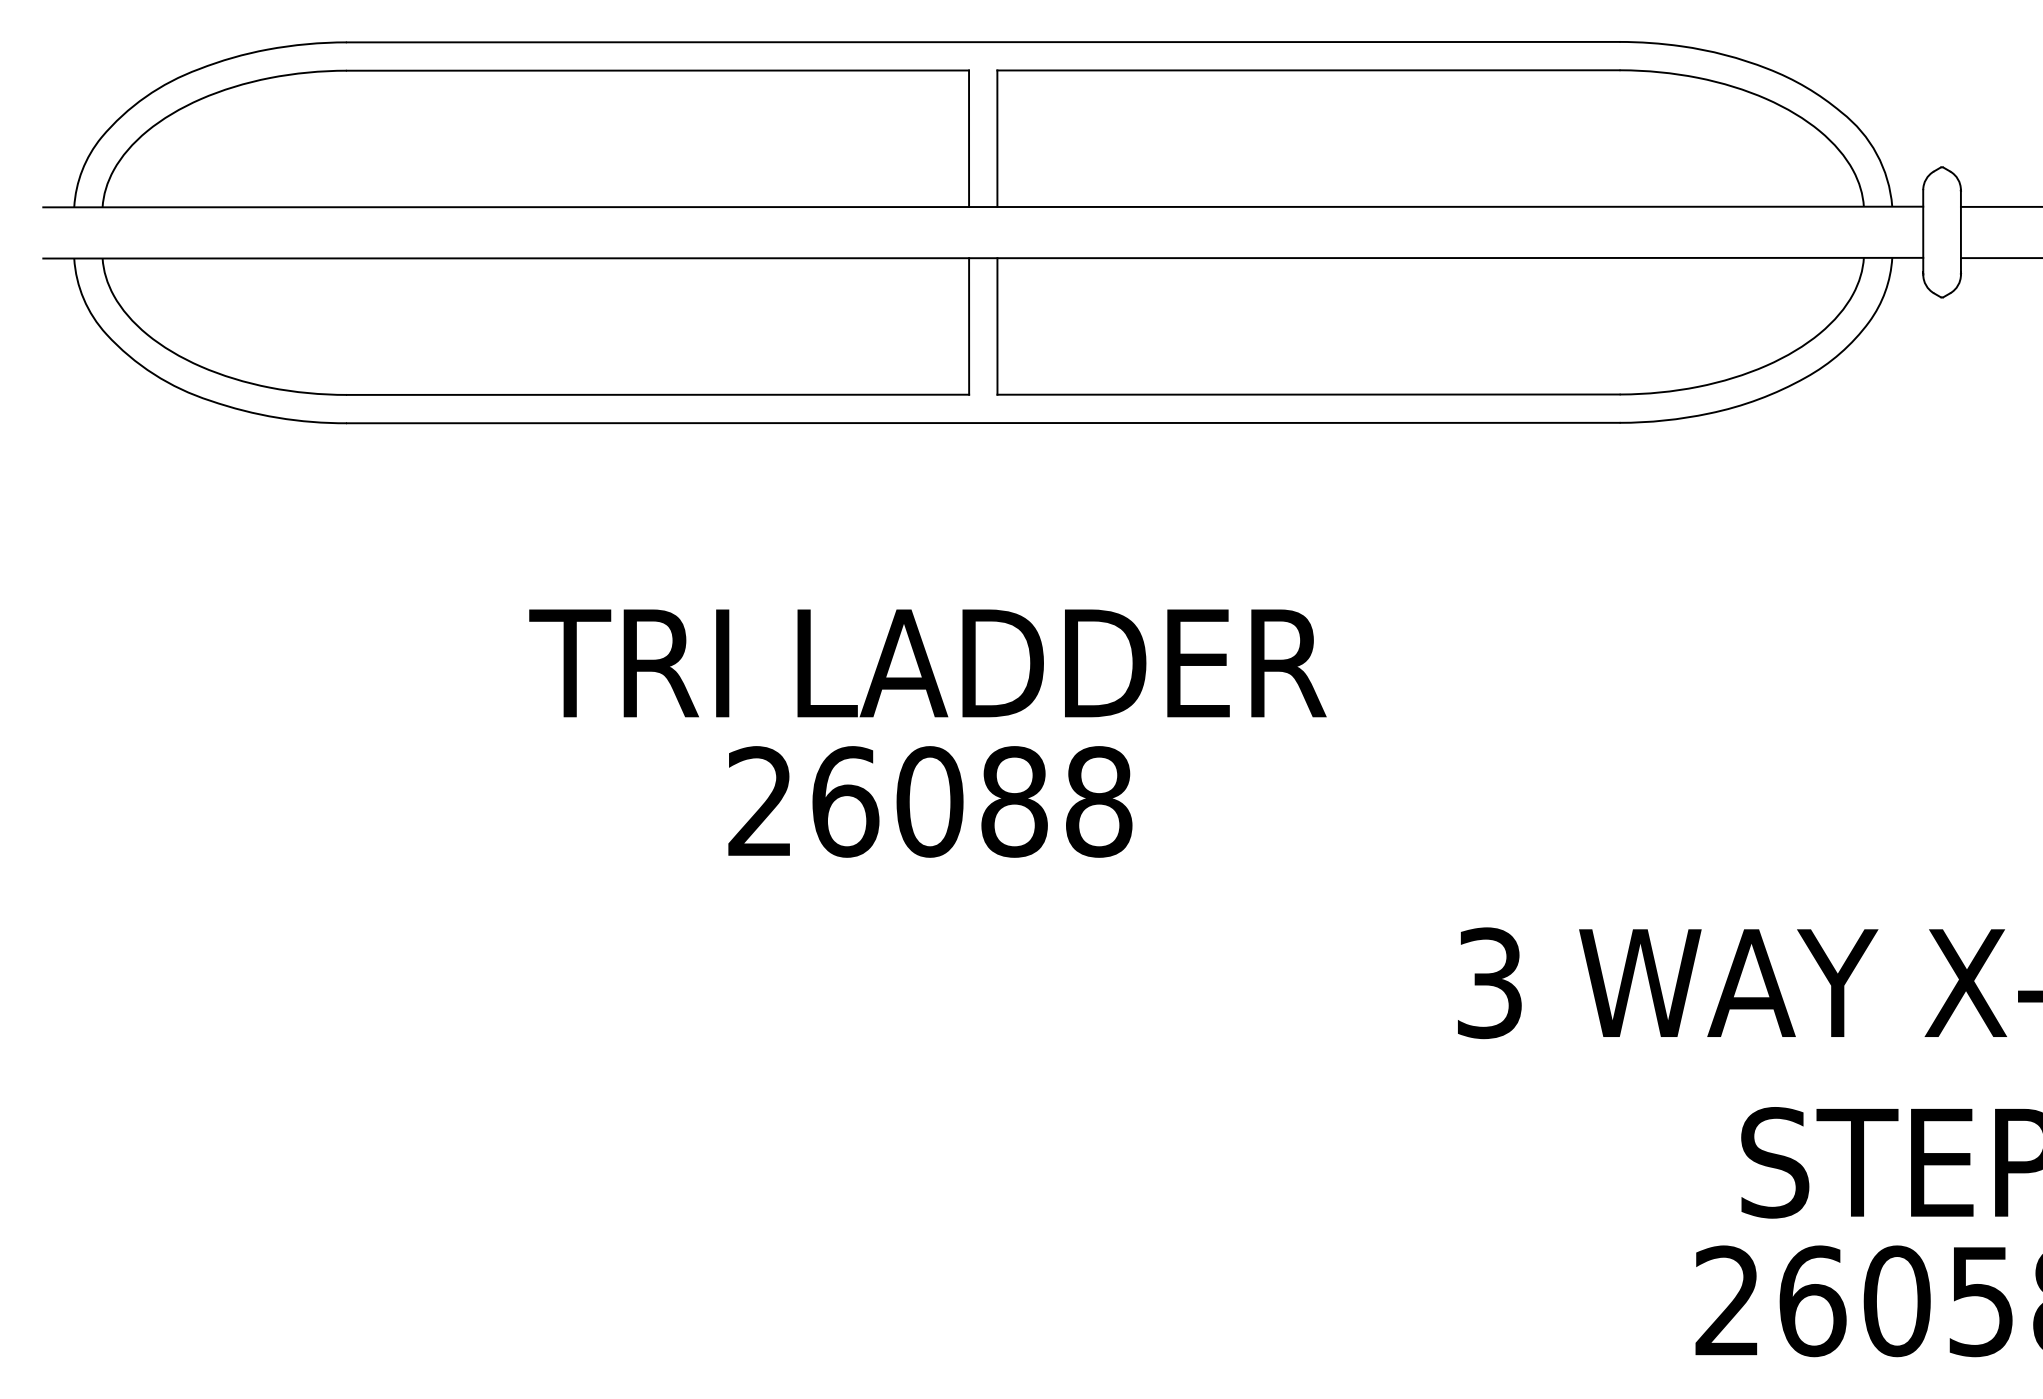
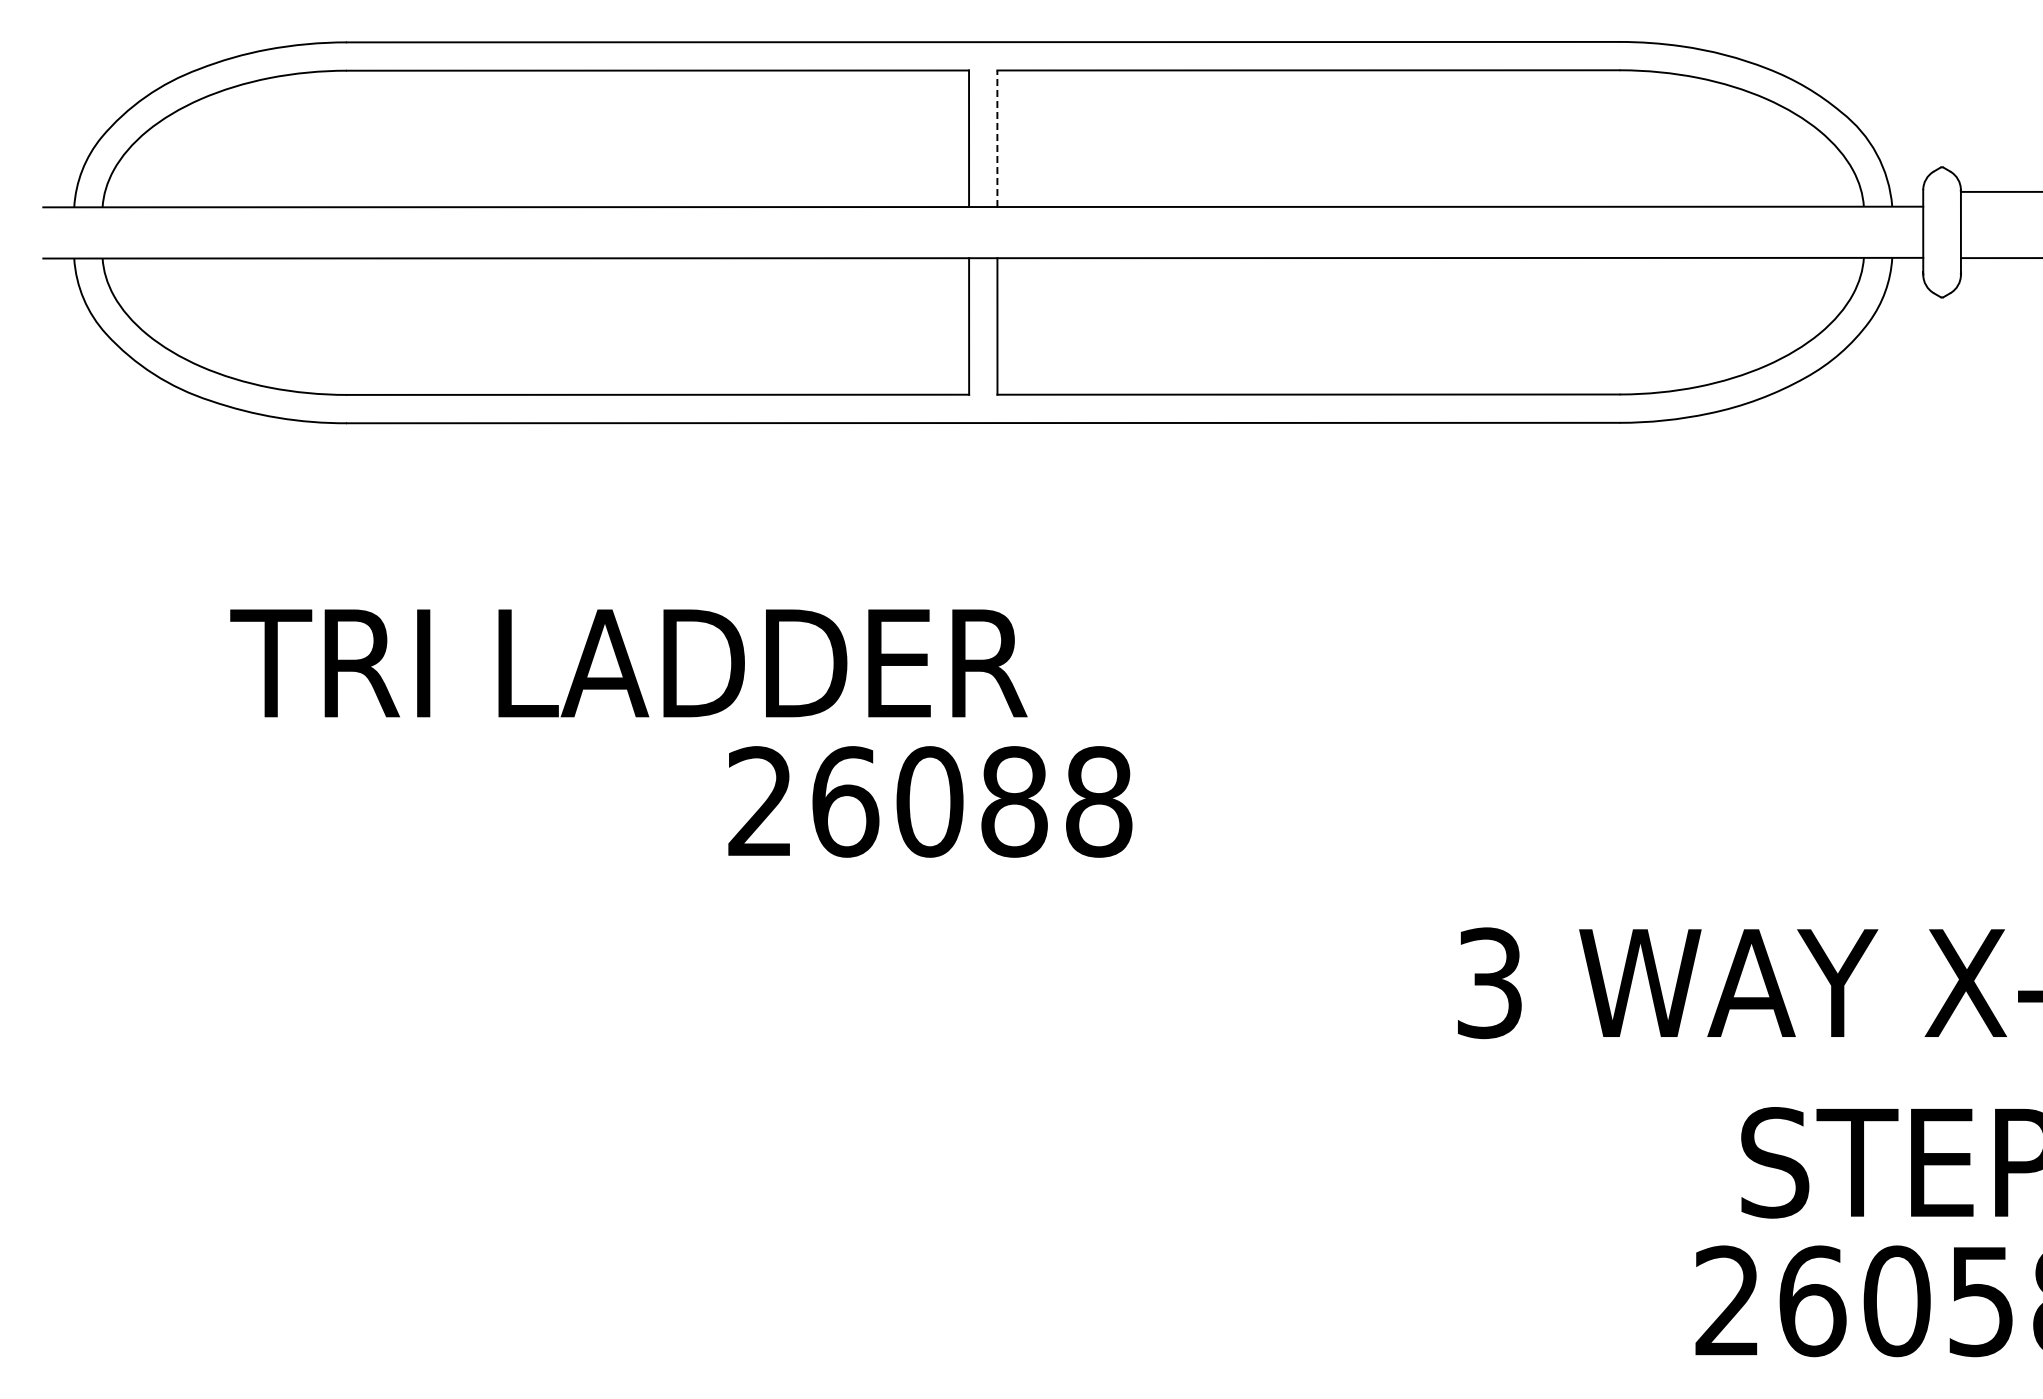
line at (997, 138): solid -> dashed
line at (1999, 206) position: (1999, 206) -> (1999, 191)
text at (927, 663) position: (927, 663) -> (628, 663)
